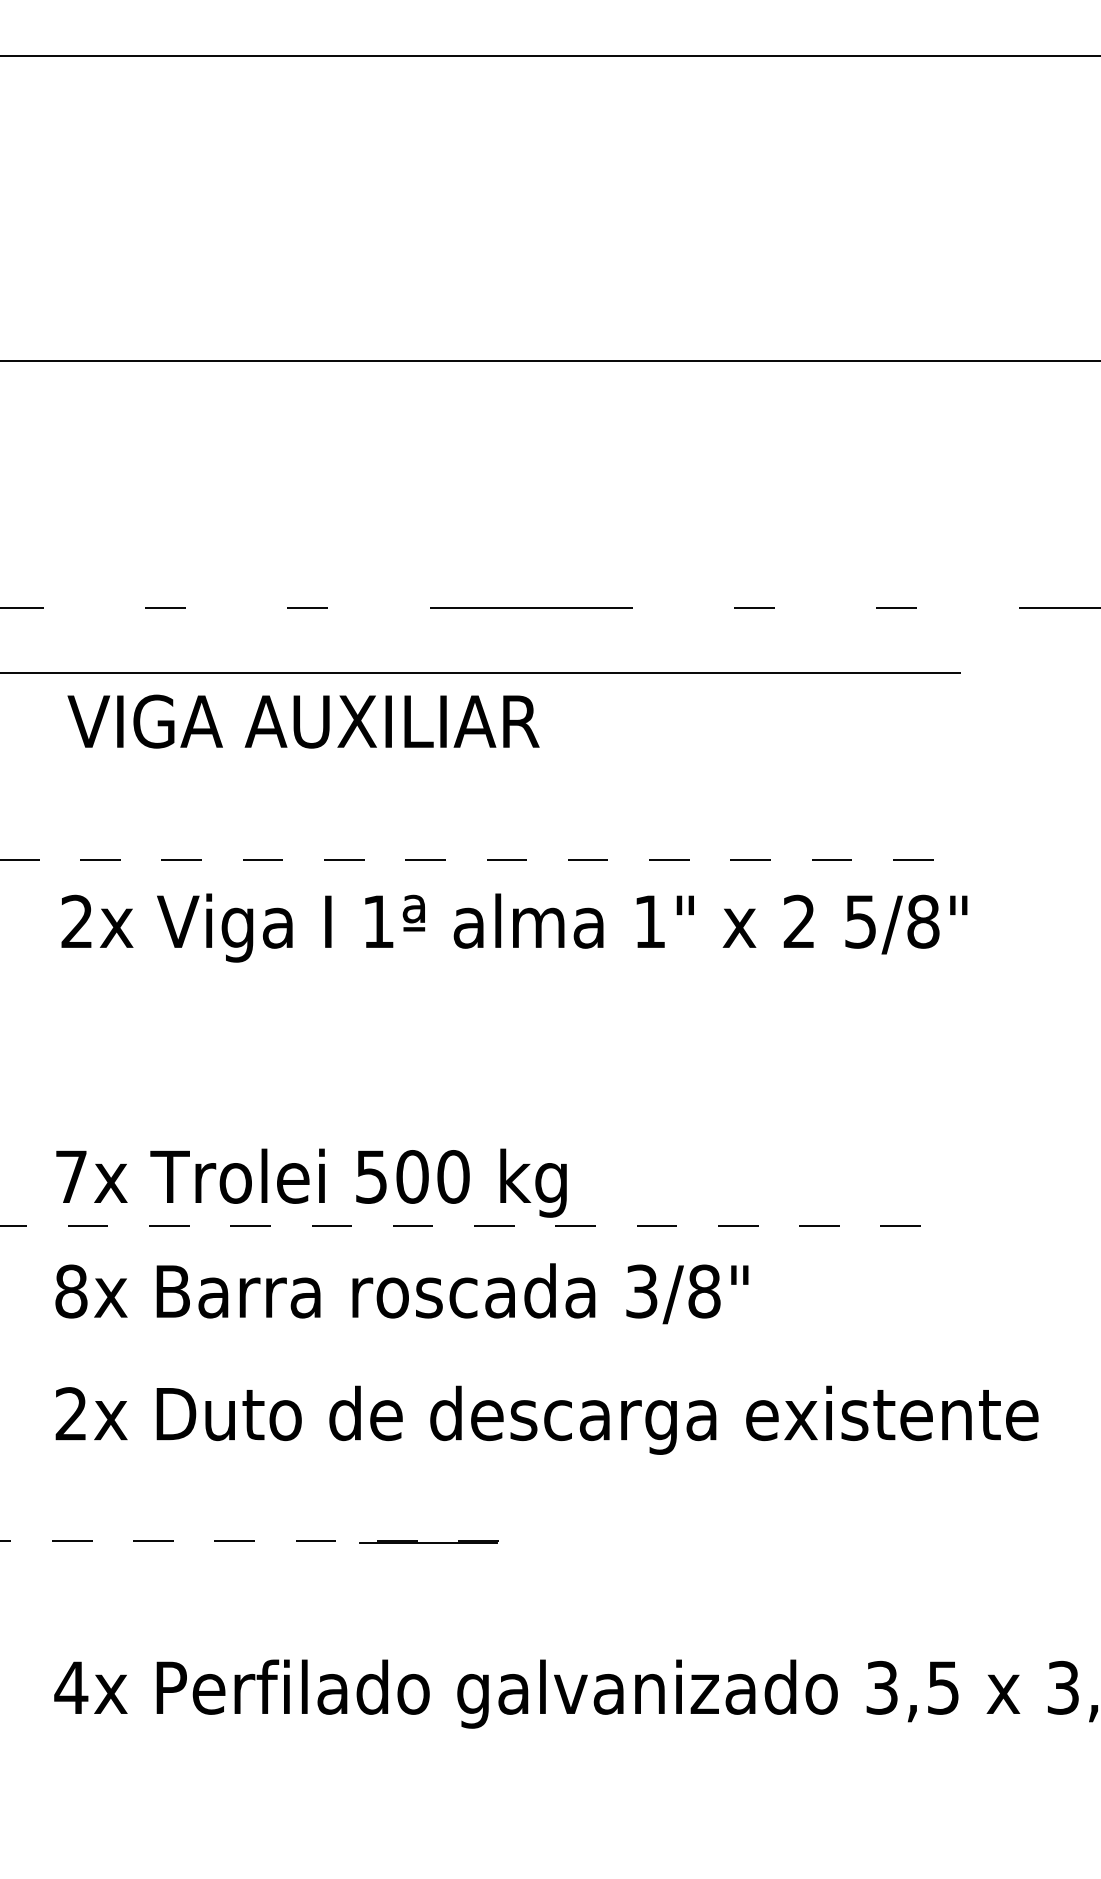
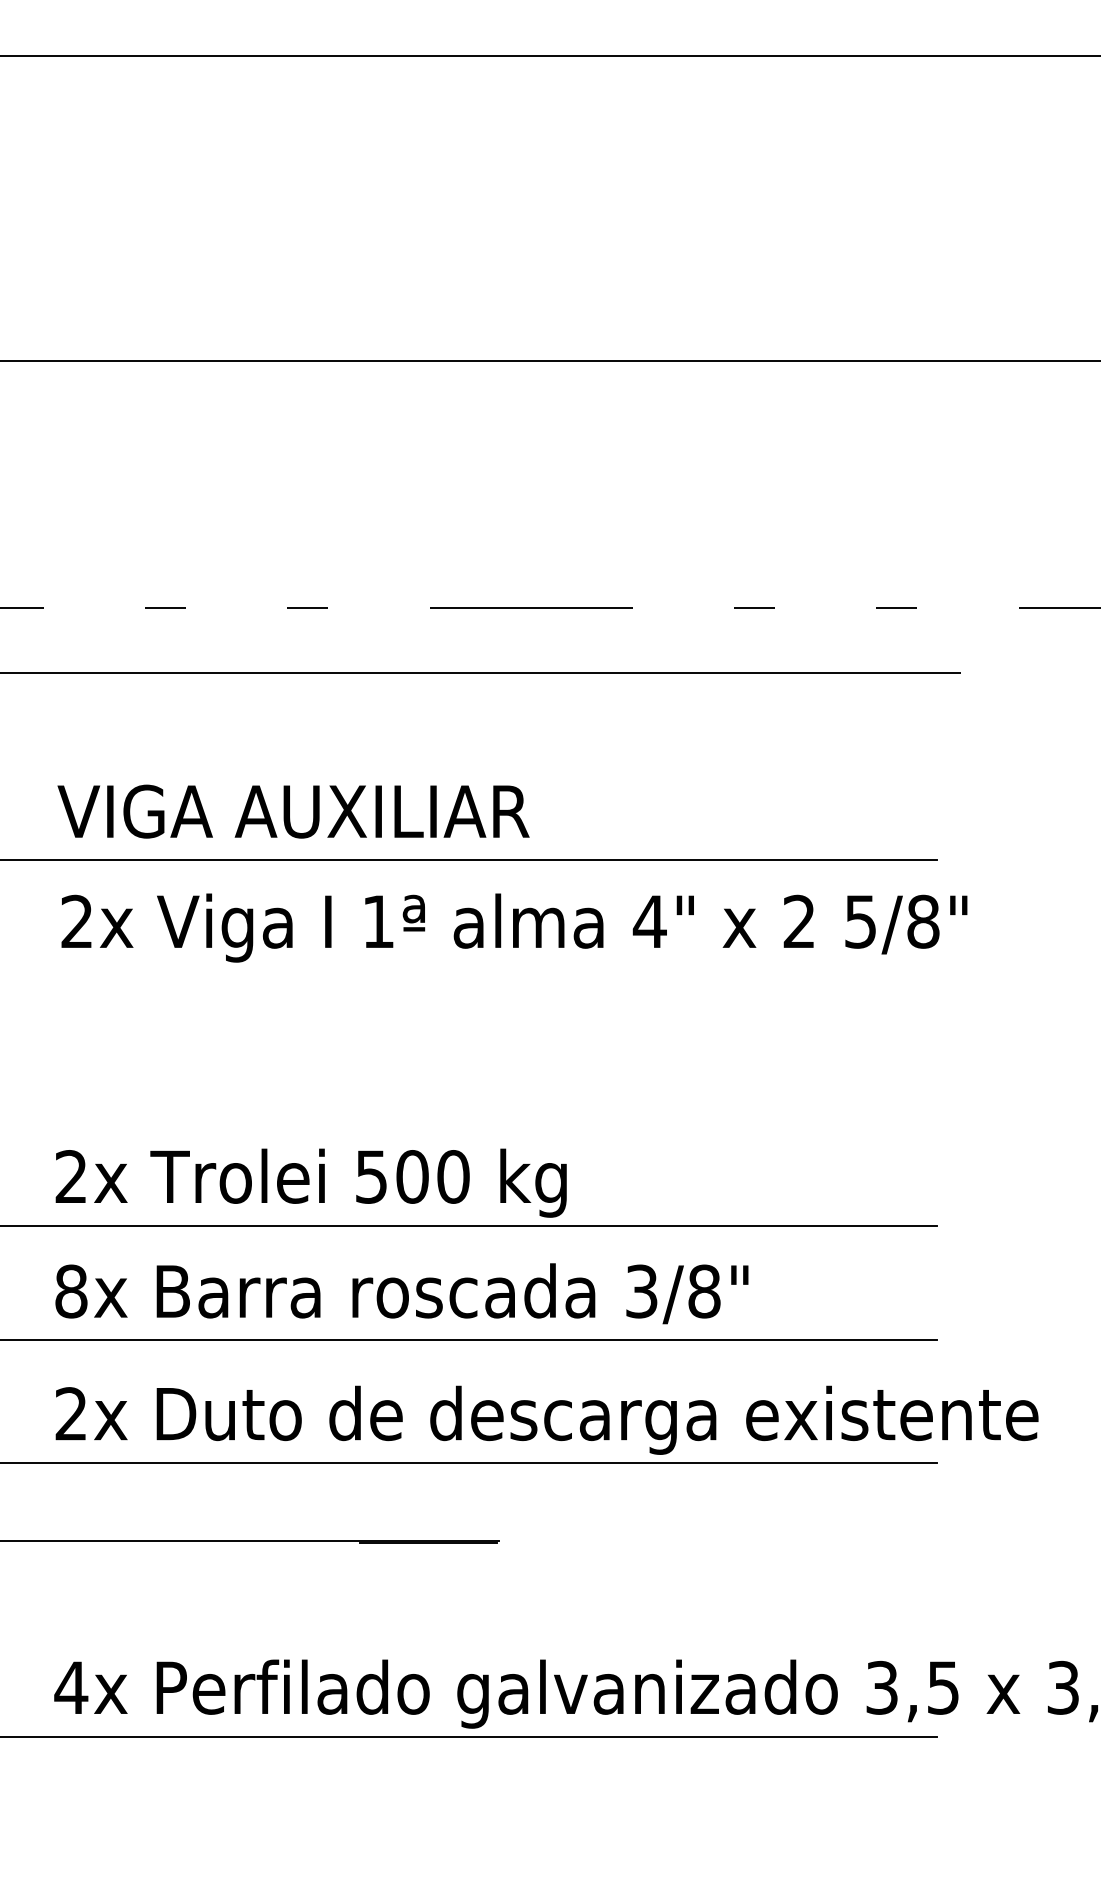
text at (303, 721) position: (303, 721) -> (293, 811)
line at (469, 860): dashed -> solid
text at (649, 921): 1" -> 4"
text at (70, 1176): 7x -> 2x
line at (469, 1225): dashed -> solid
line at (469, 1340): none -> present
line at (469, 1462): none -> present
line at (249, 1541): dashed -> solid
line at (469, 1736): none -> present
